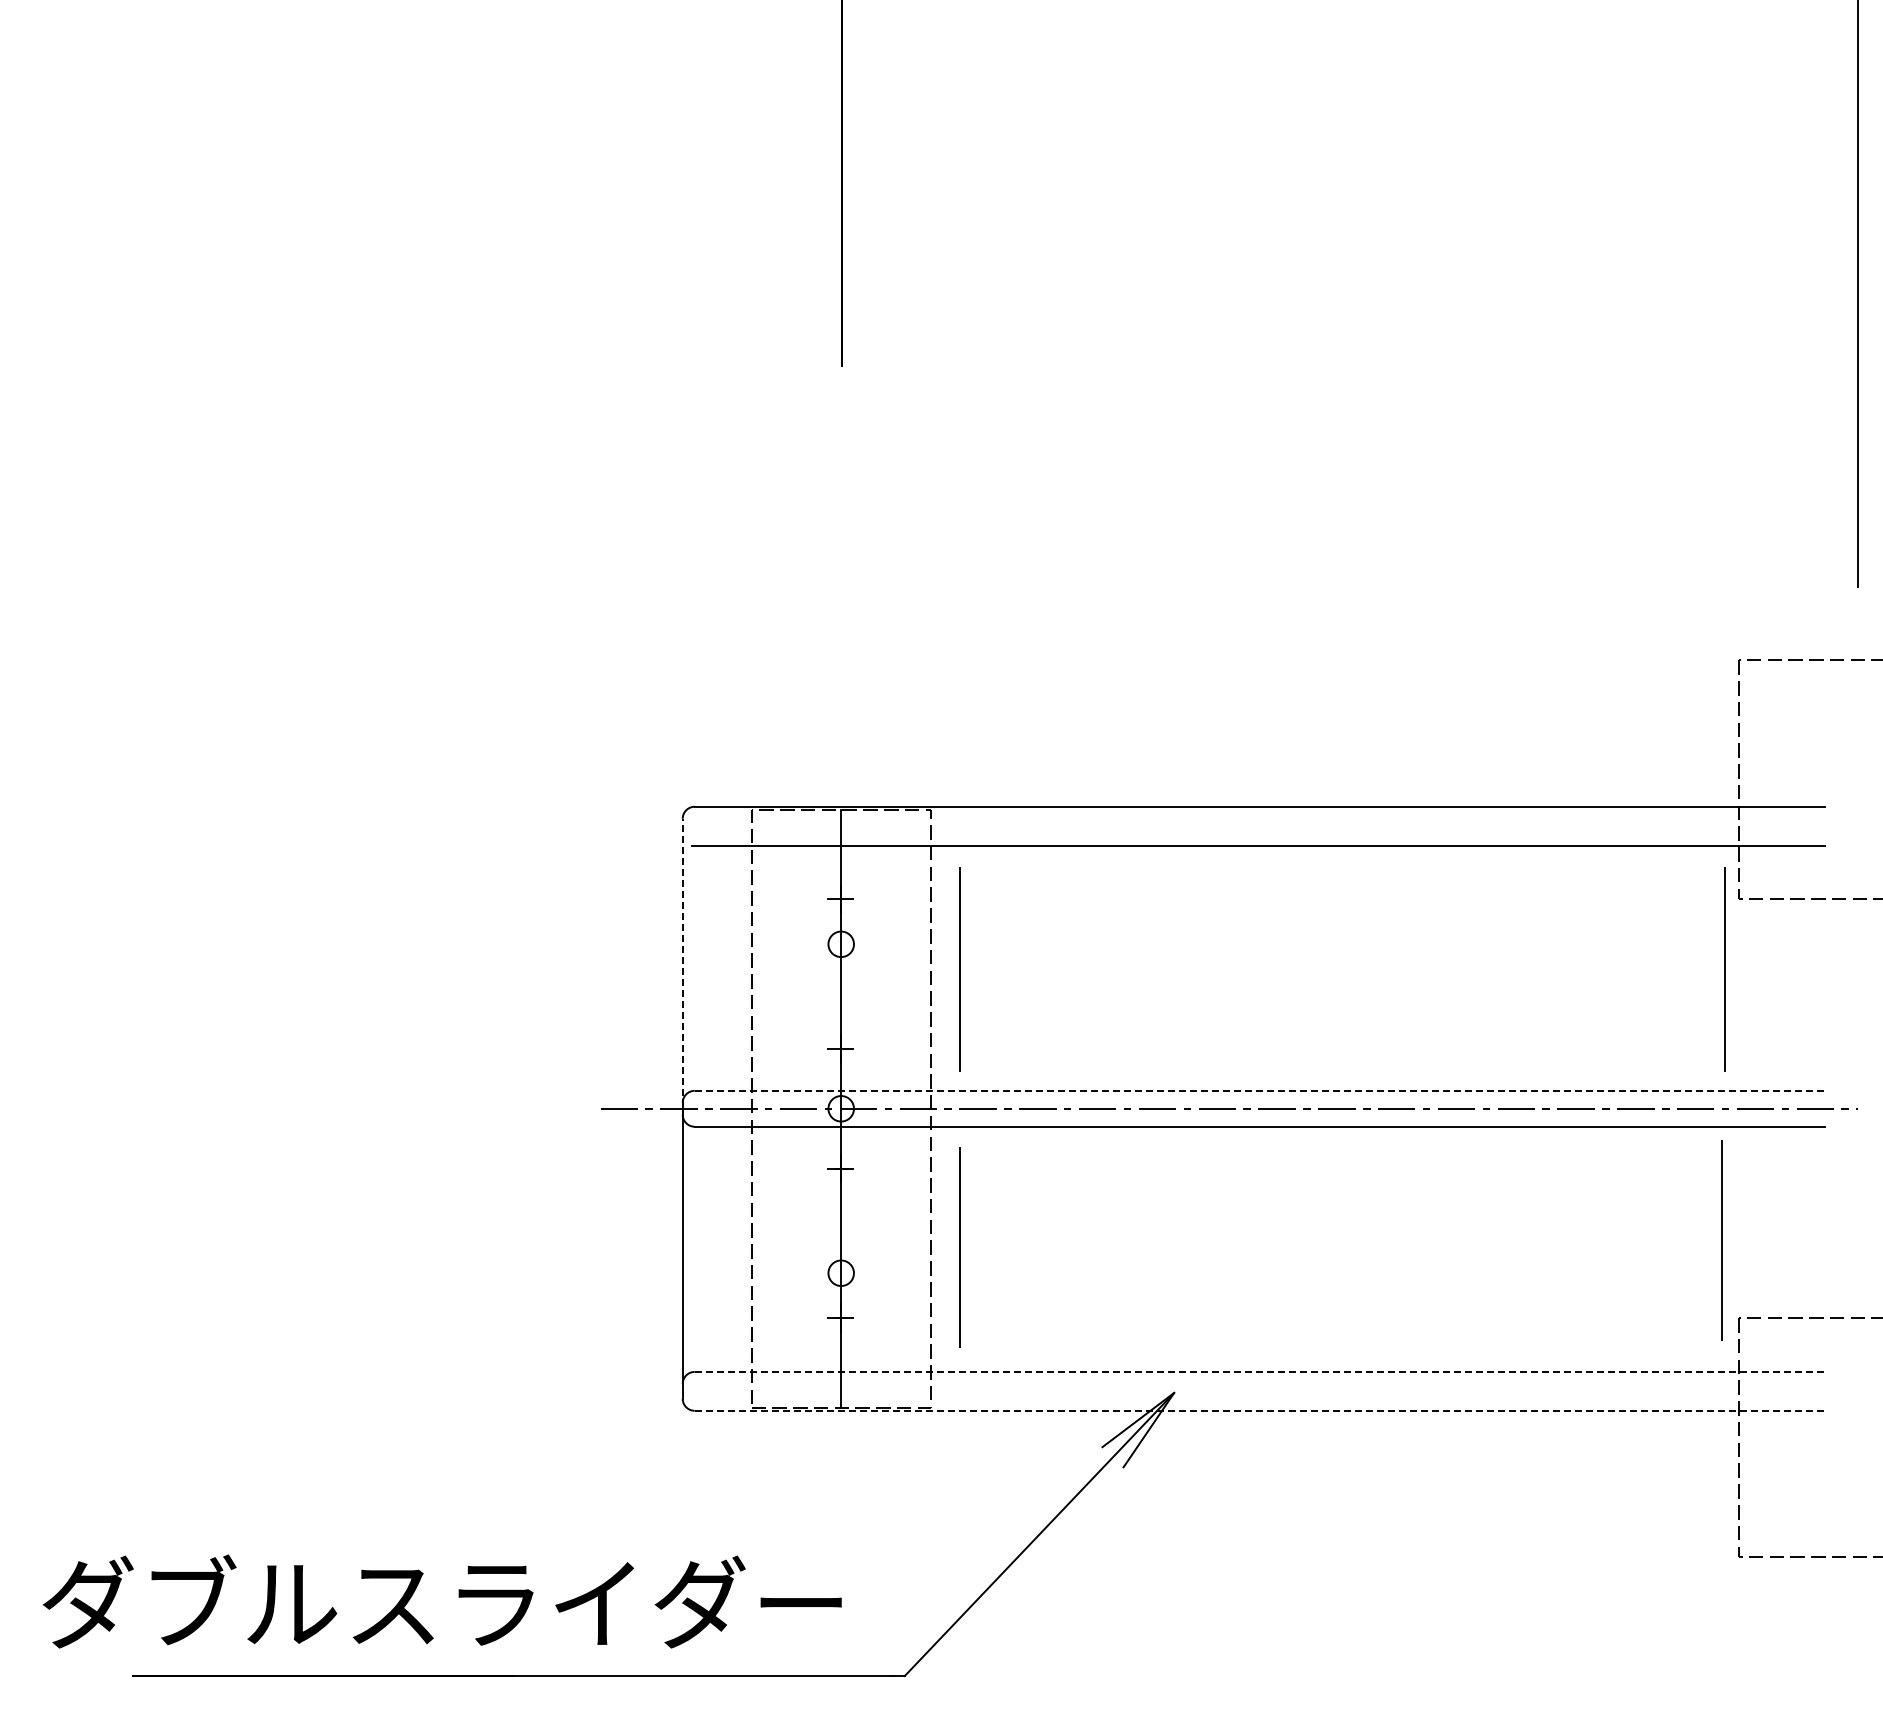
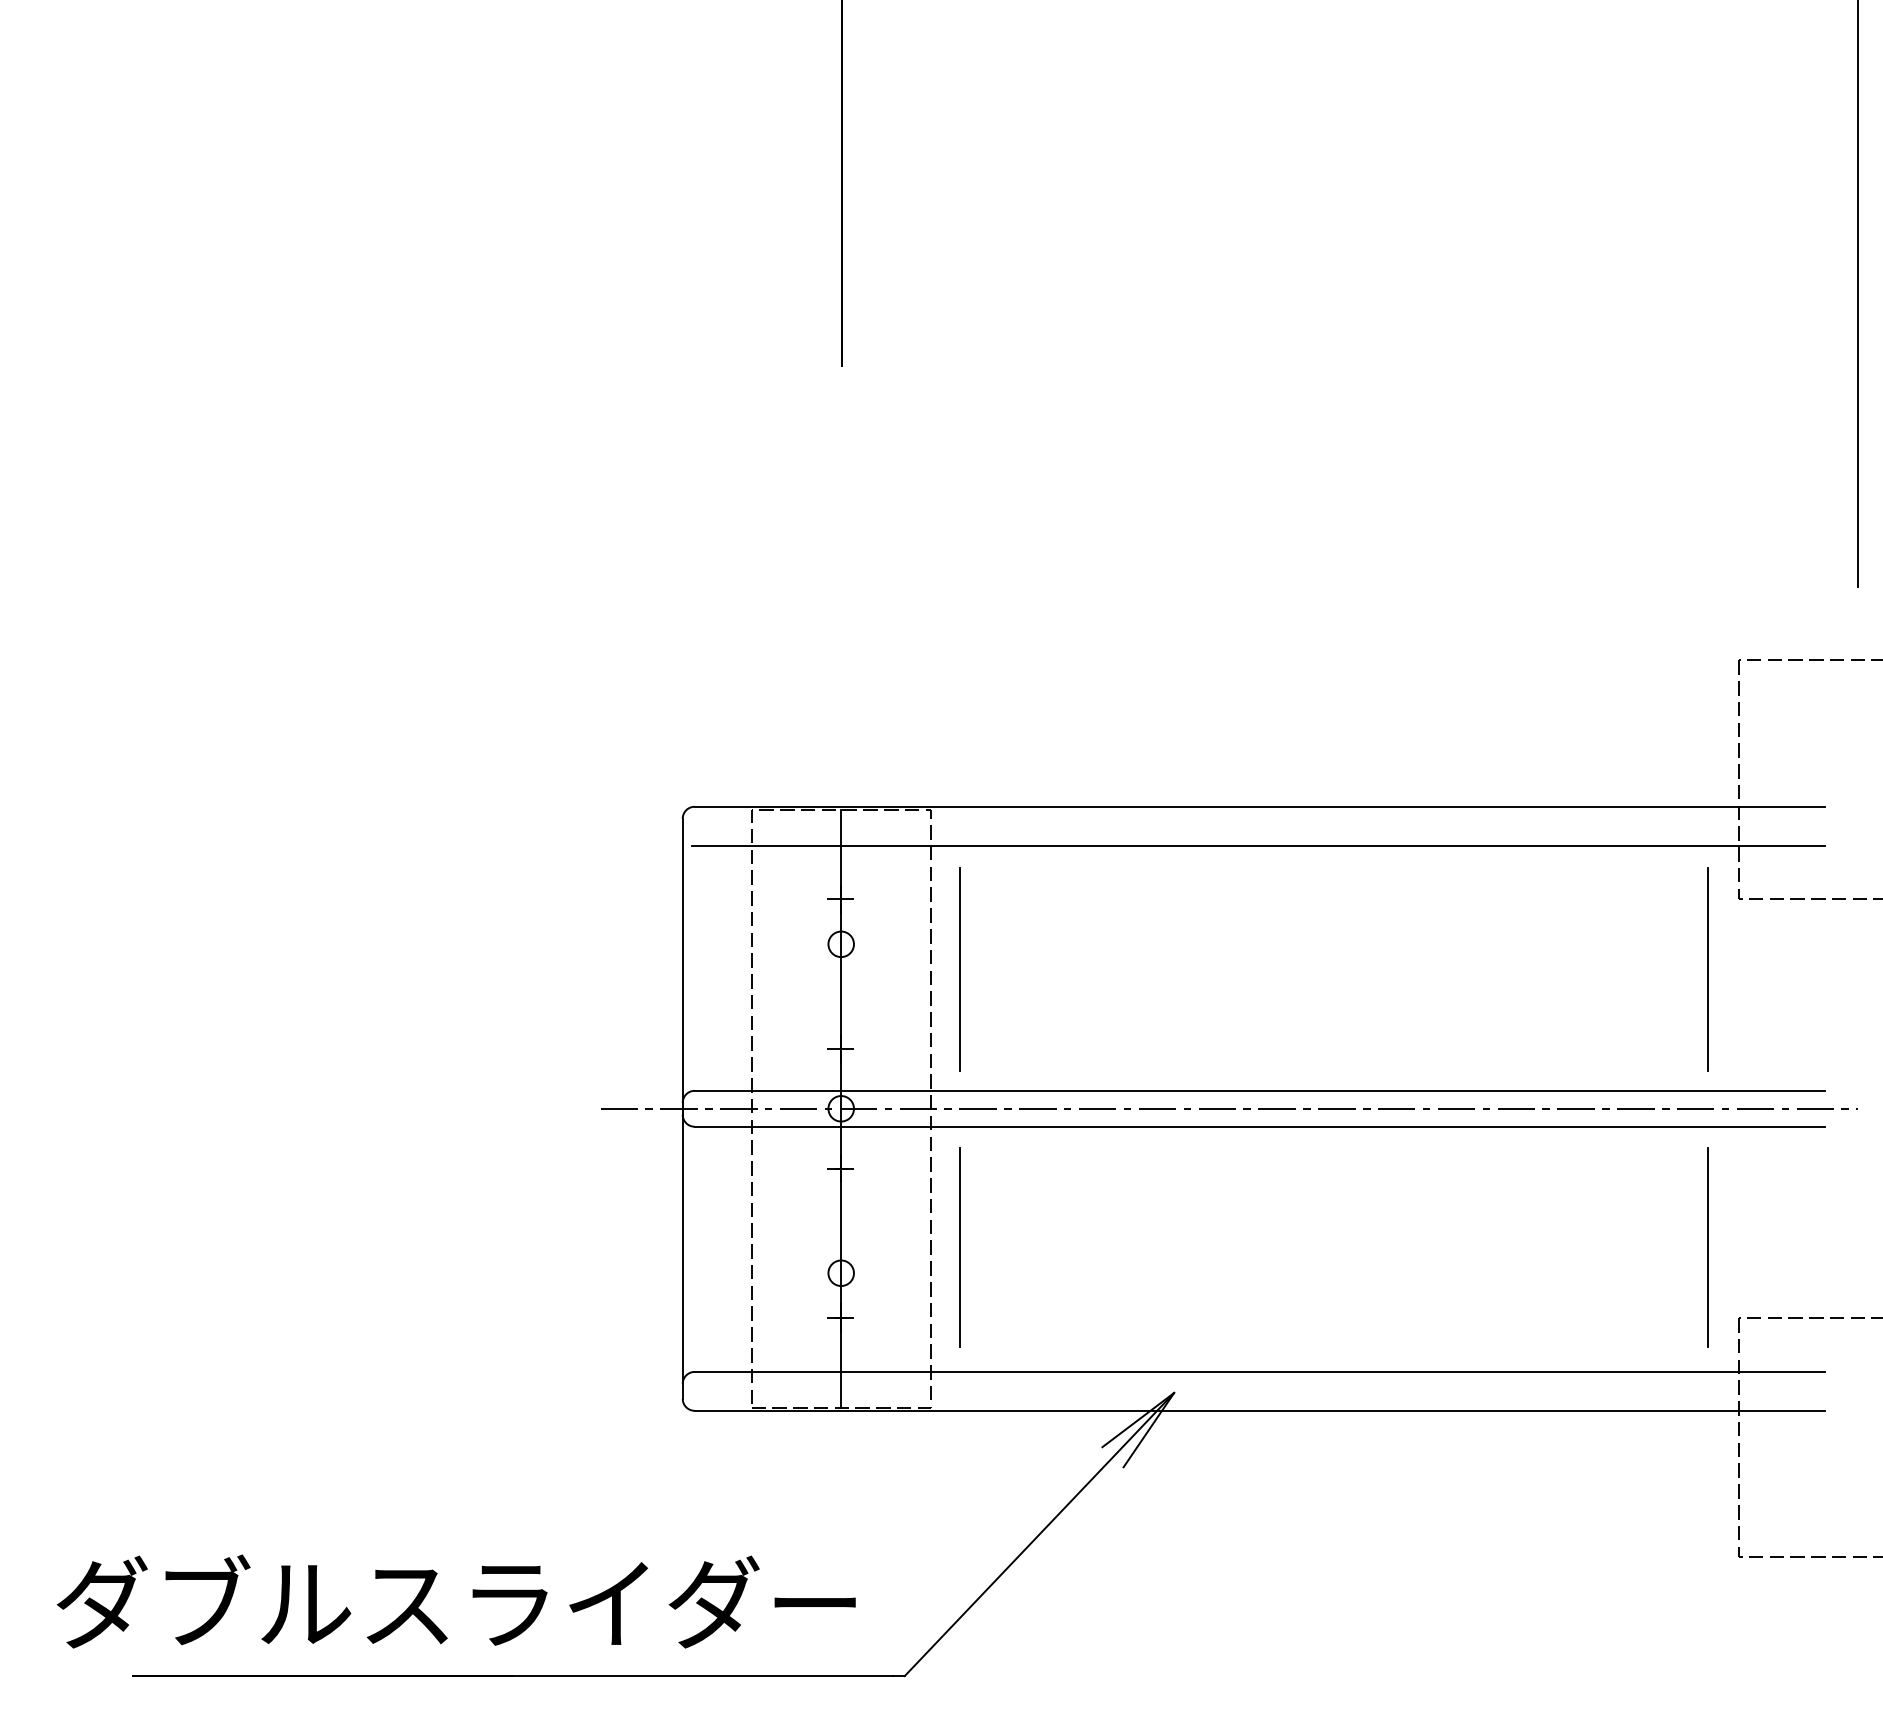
line at (682, 968): dashed -> solid
line at (1724, 969) position: (1724, 969) -> (1707, 969)
line at (1260, 1090): dashed -> solid
line at (1721, 1240) position: (1721, 1240) -> (1707, 1247)
line at (1260, 1371): dashed -> solid
line at (1260, 1410): dashed -> solid
text at (441, 1601) position: (441, 1601) -> (455, 1601)
